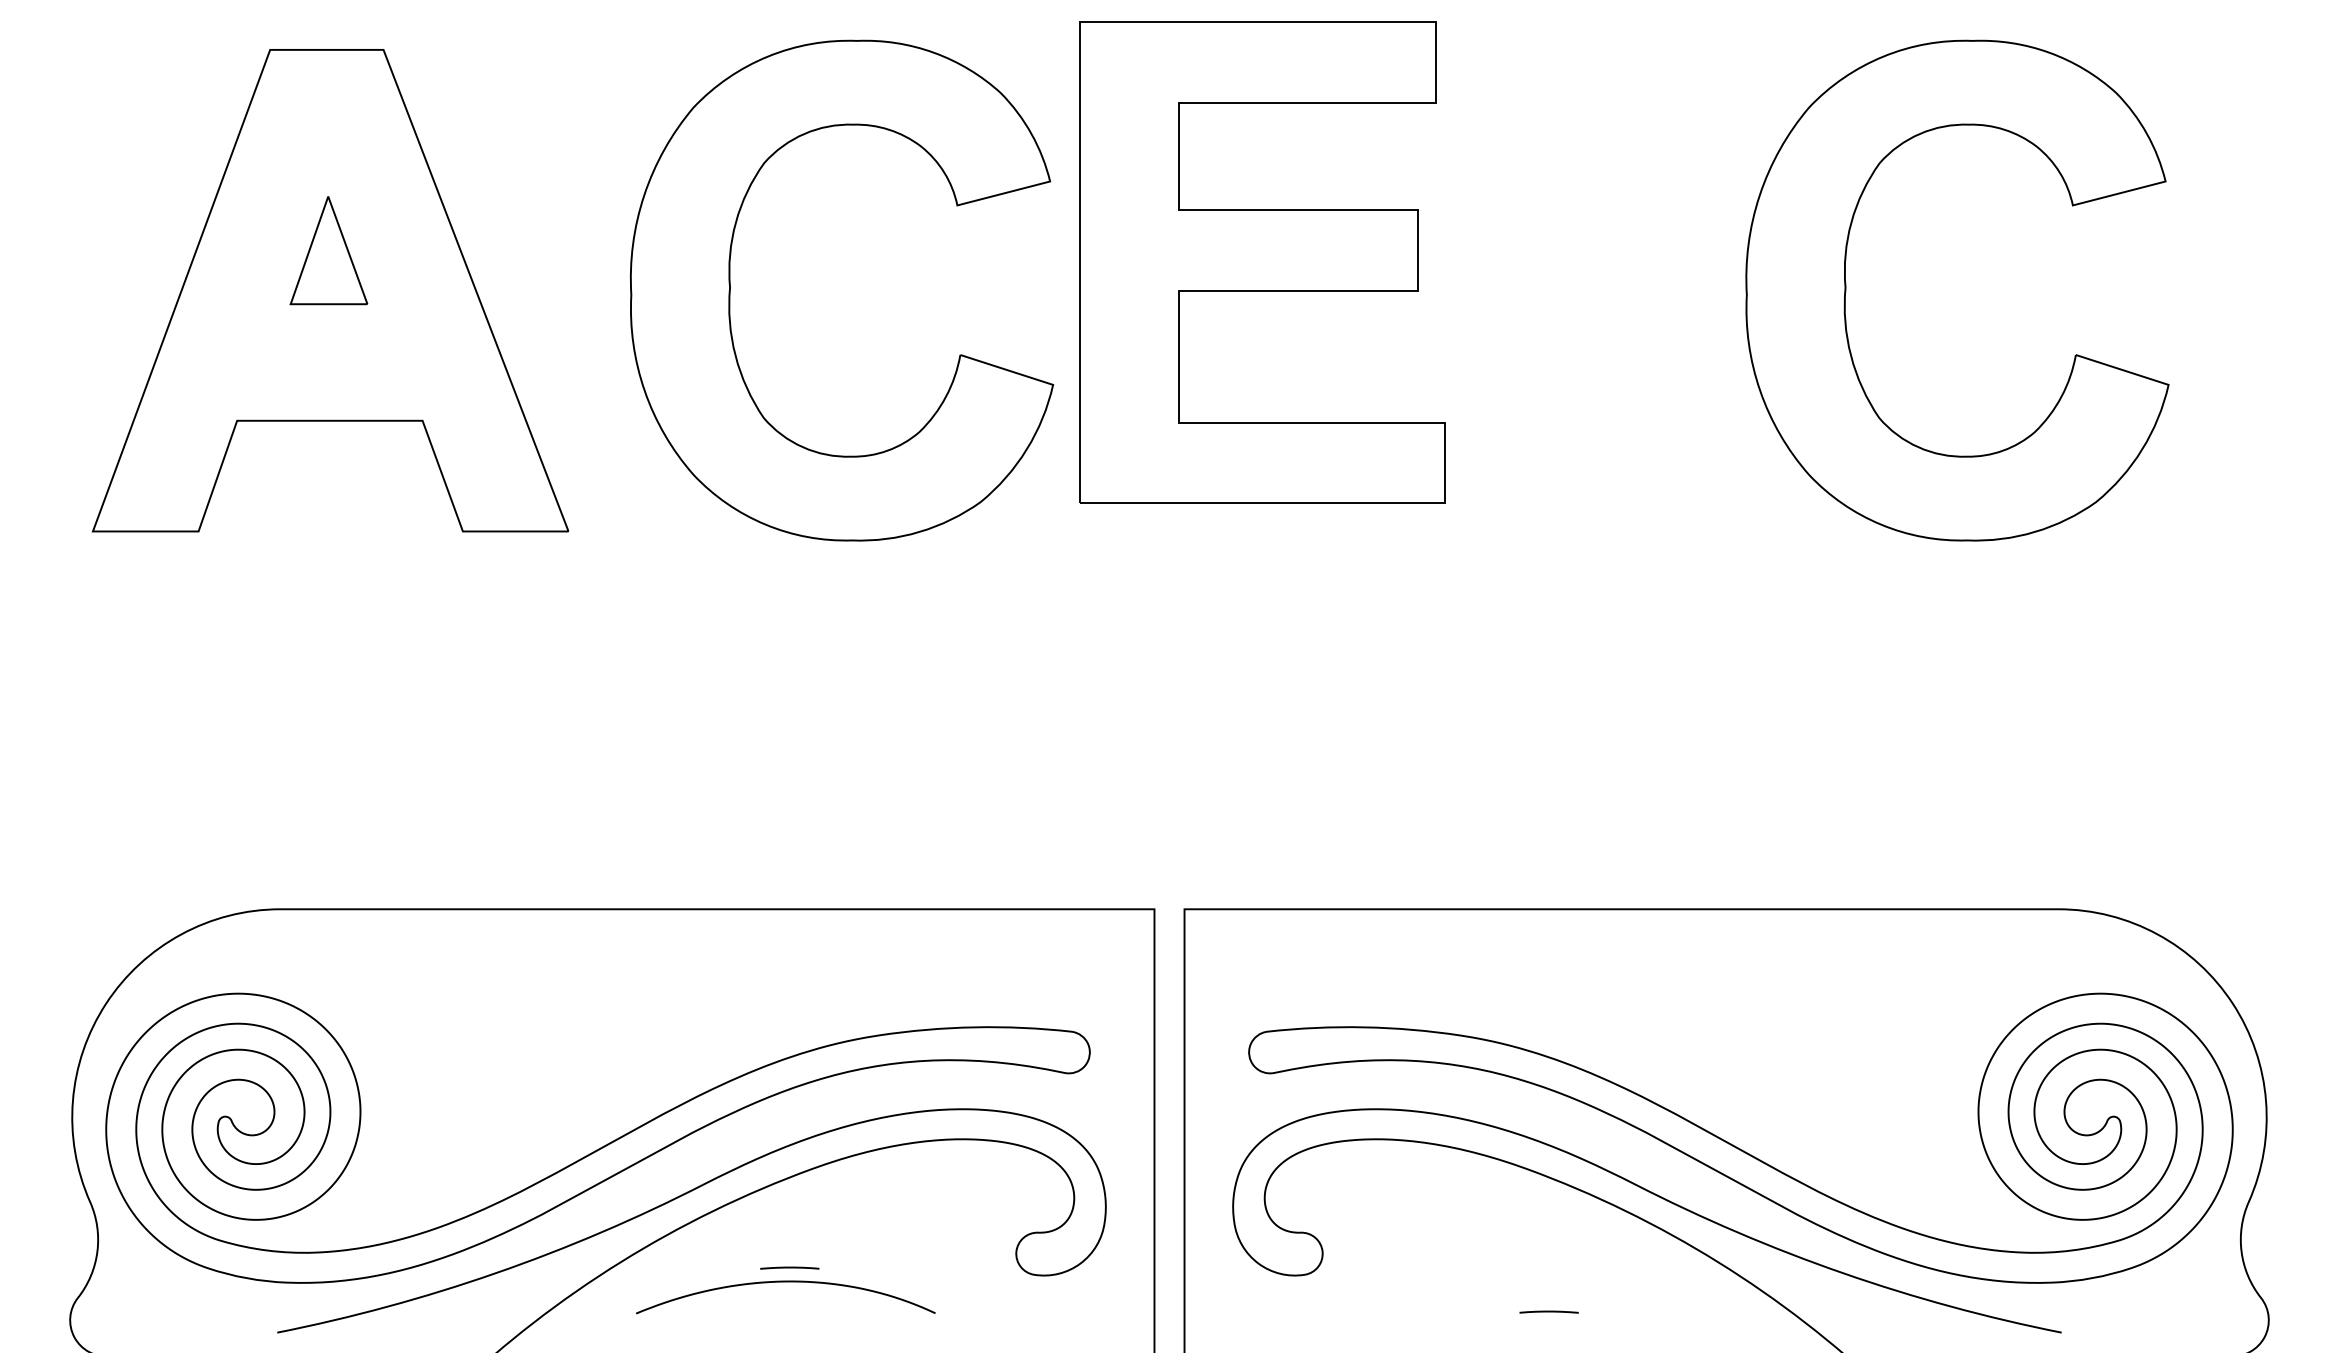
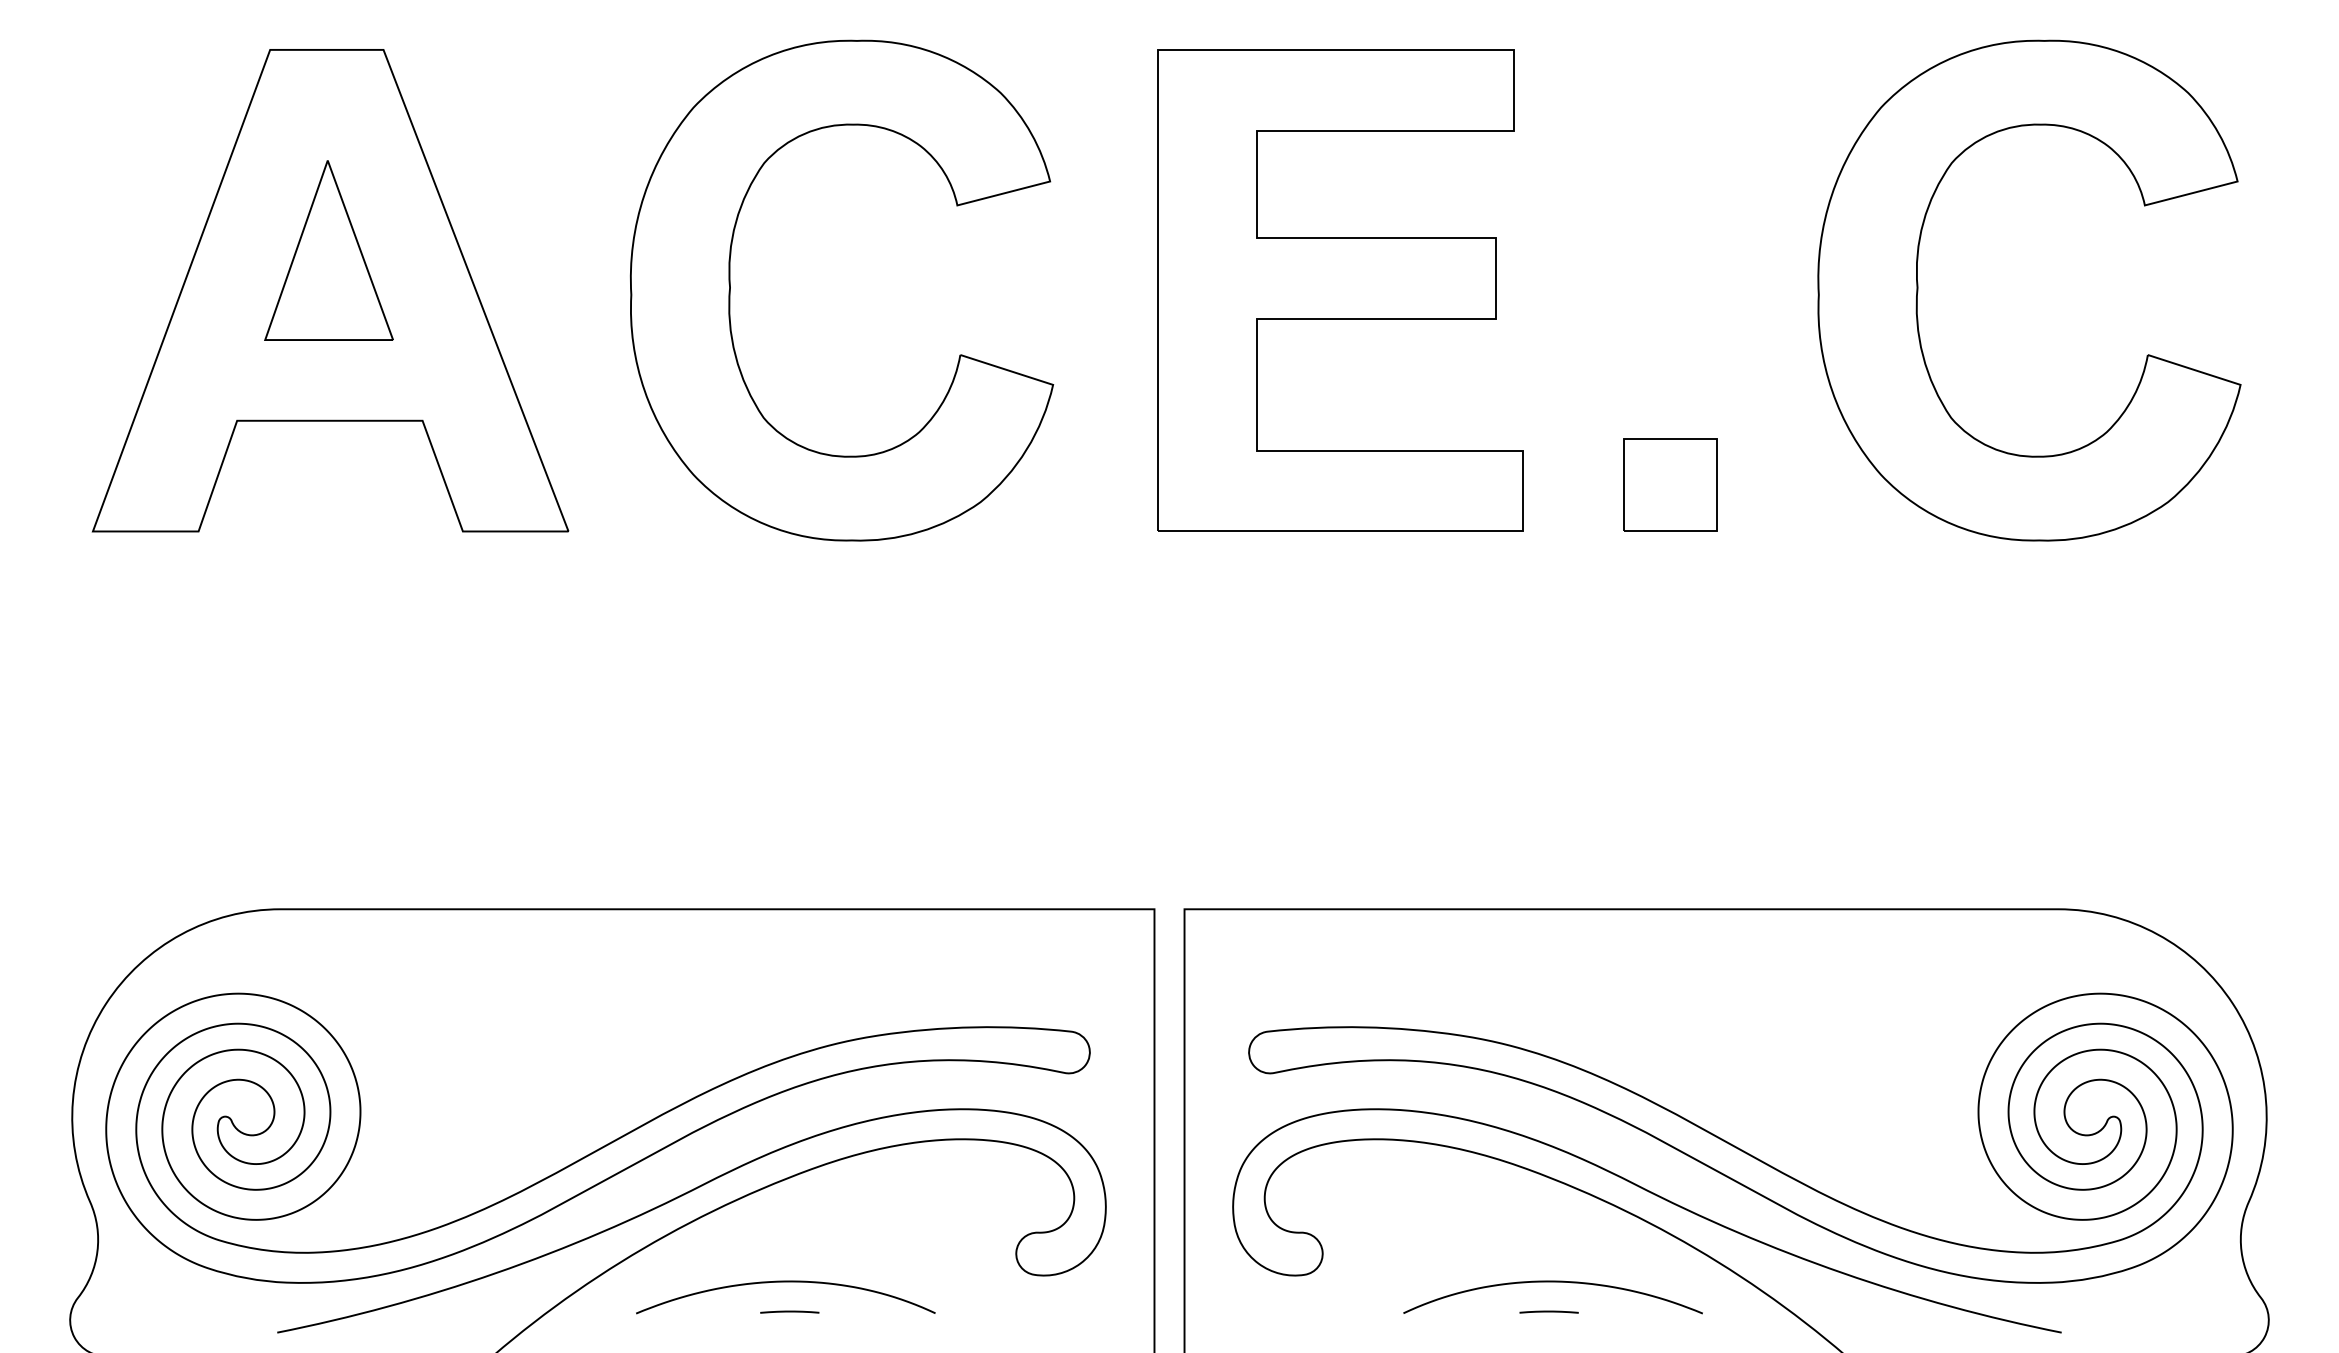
part at (328, 250) size: 80x110 px -> 130x181 px
part at (1262, 262) position: (1262, 262) -> (1340, 290)
part at (1846, 290) position: (1846, 290) -> (1918, 290)
part at (1670, 484): none -> present
line at (789, 1267) position: (789, 1267) -> (789, 1311)
curve at (1552, 1282): none -> present
